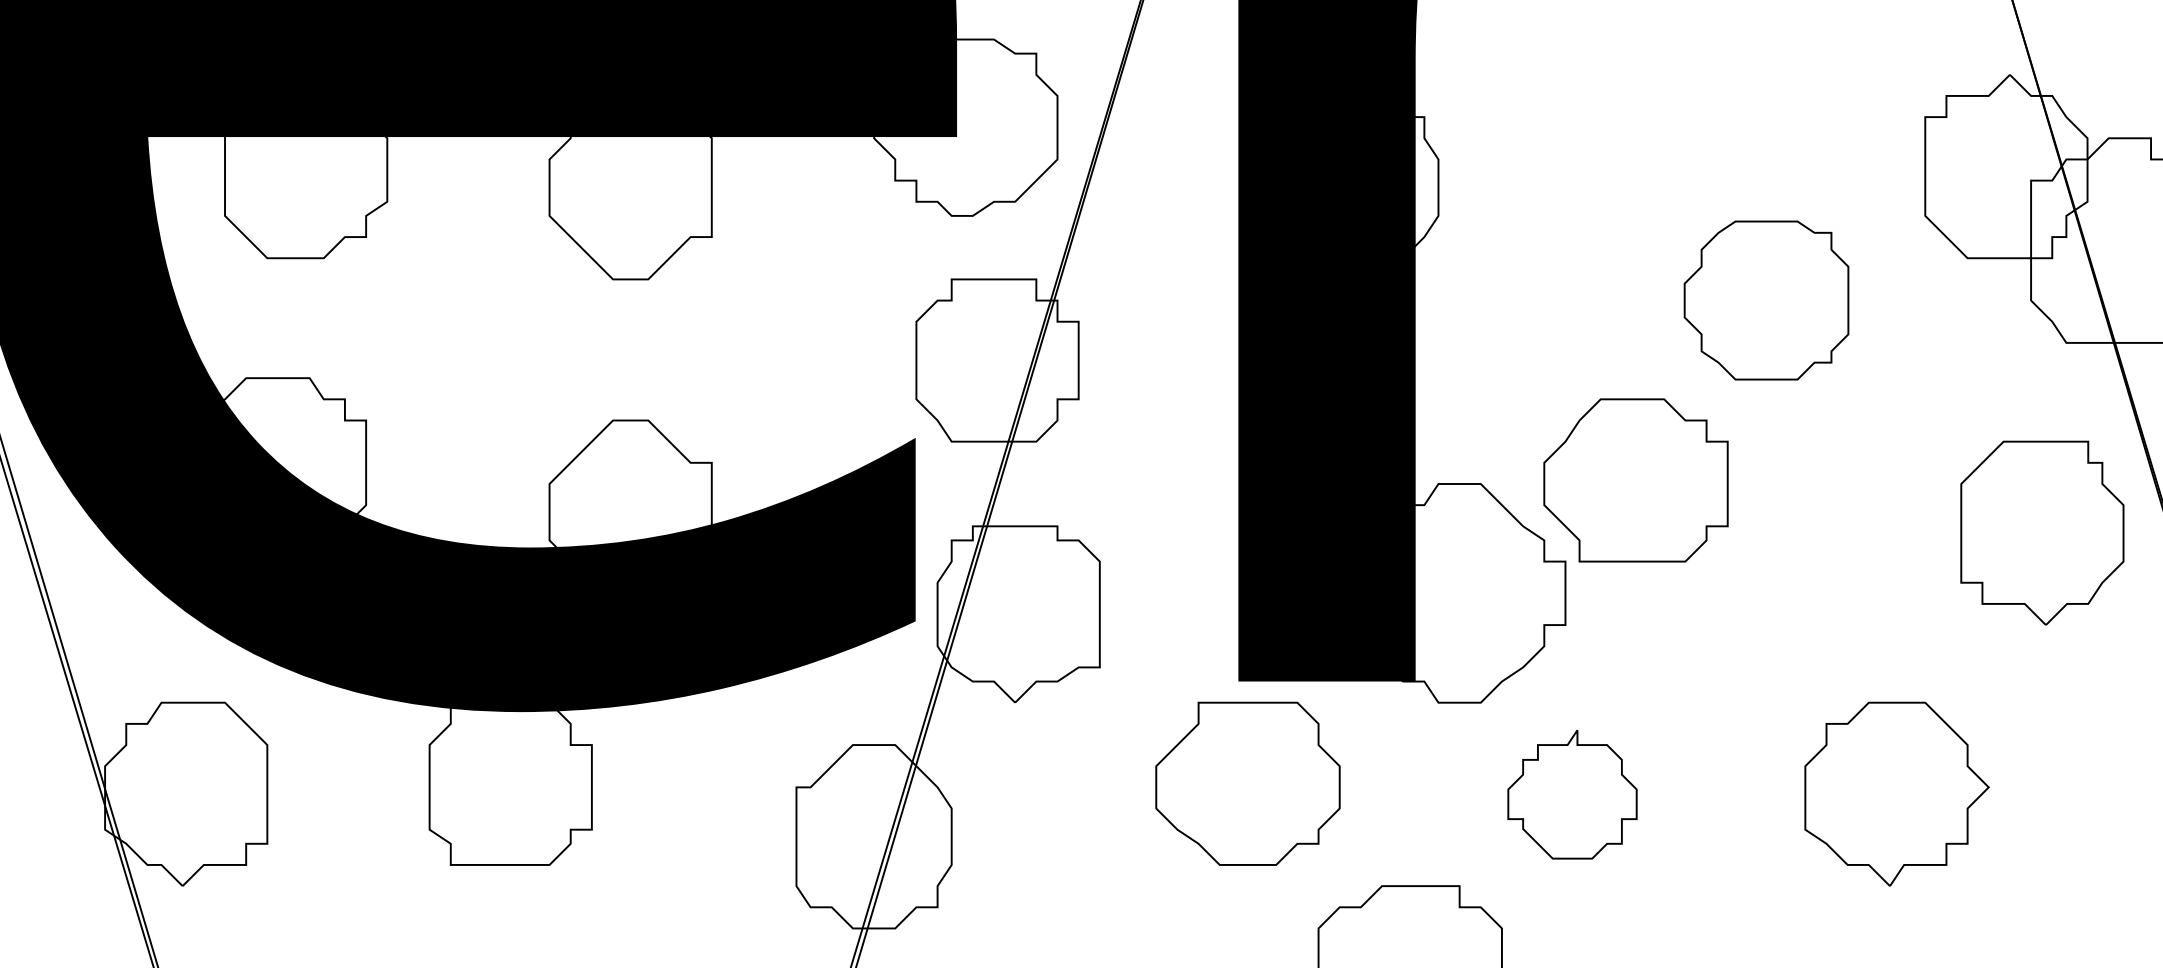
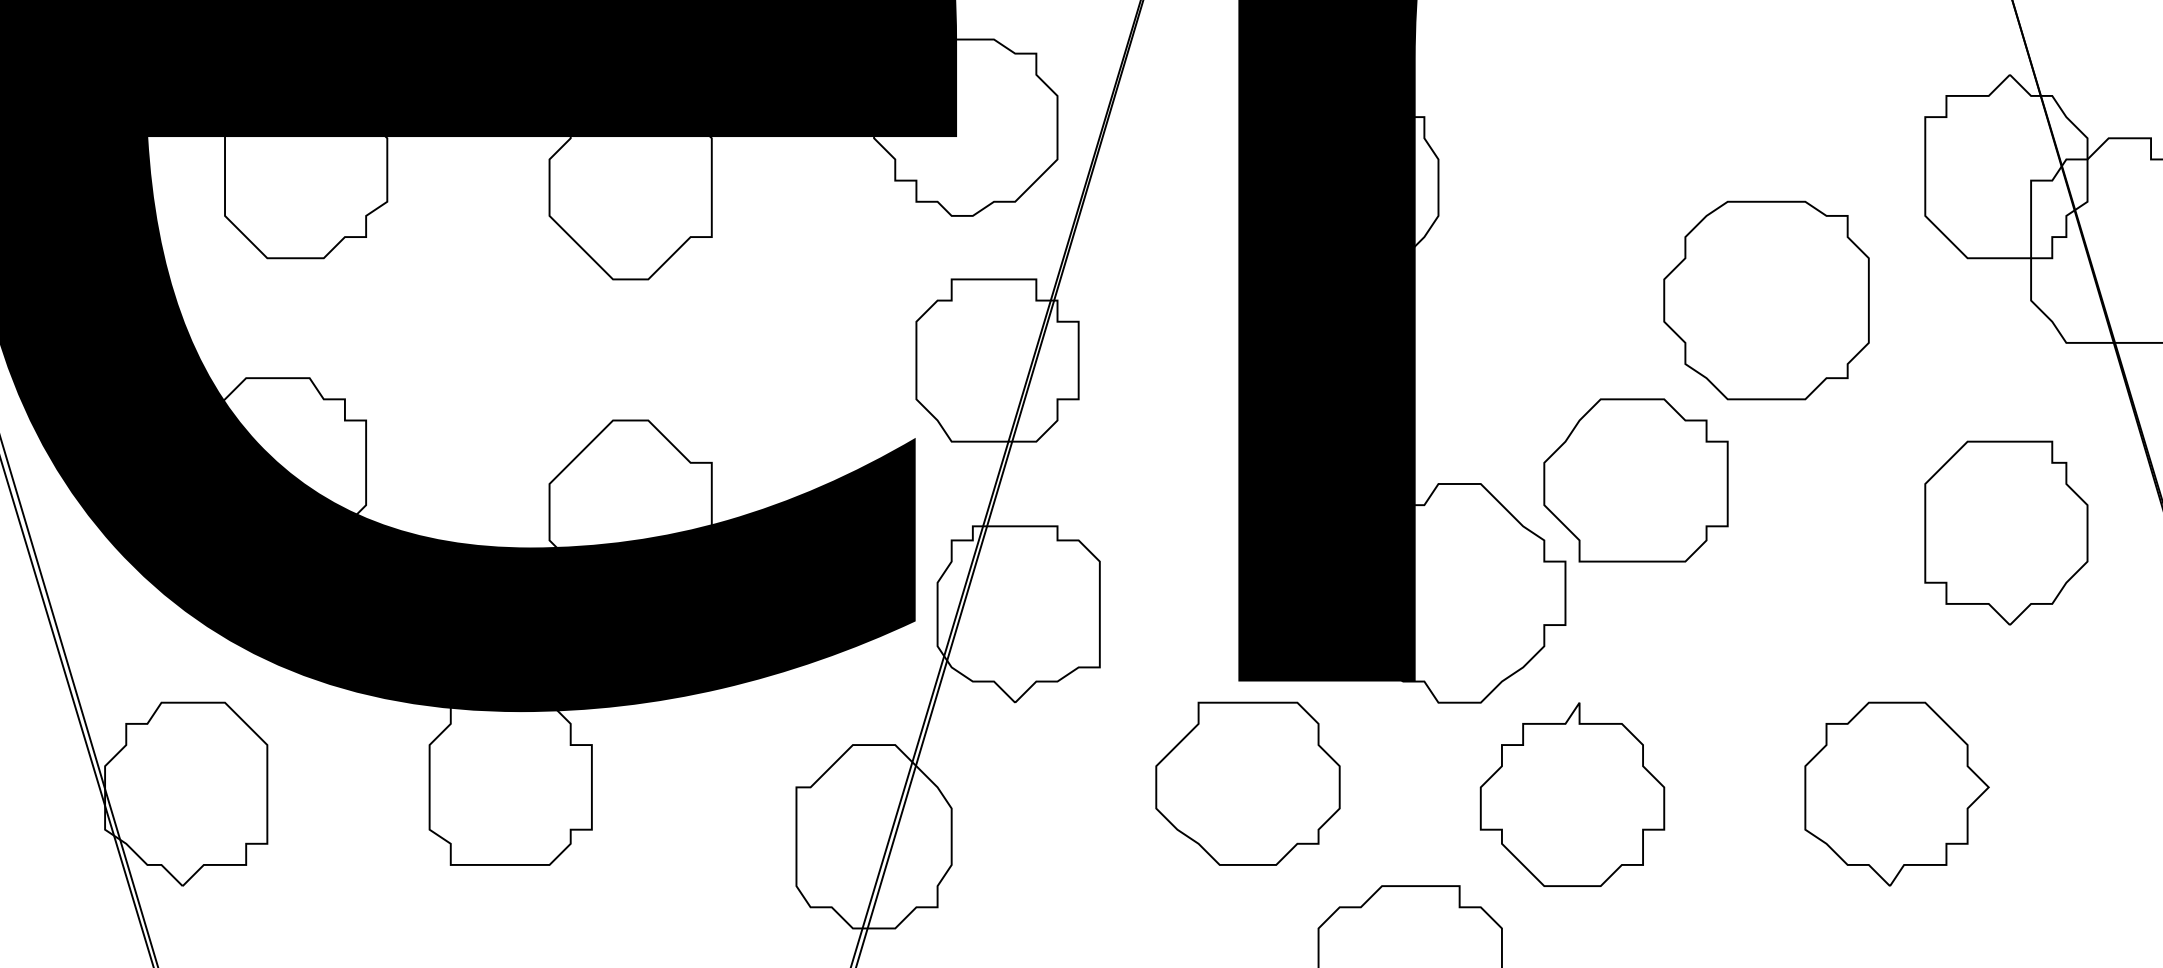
part at (1766, 300) size: 167x161 px -> 207x201 px
part at (2042, 532) position: (2042, 532) -> (2006, 532)
part at (1572, 794) size: 131x130 px -> 187x185 px
